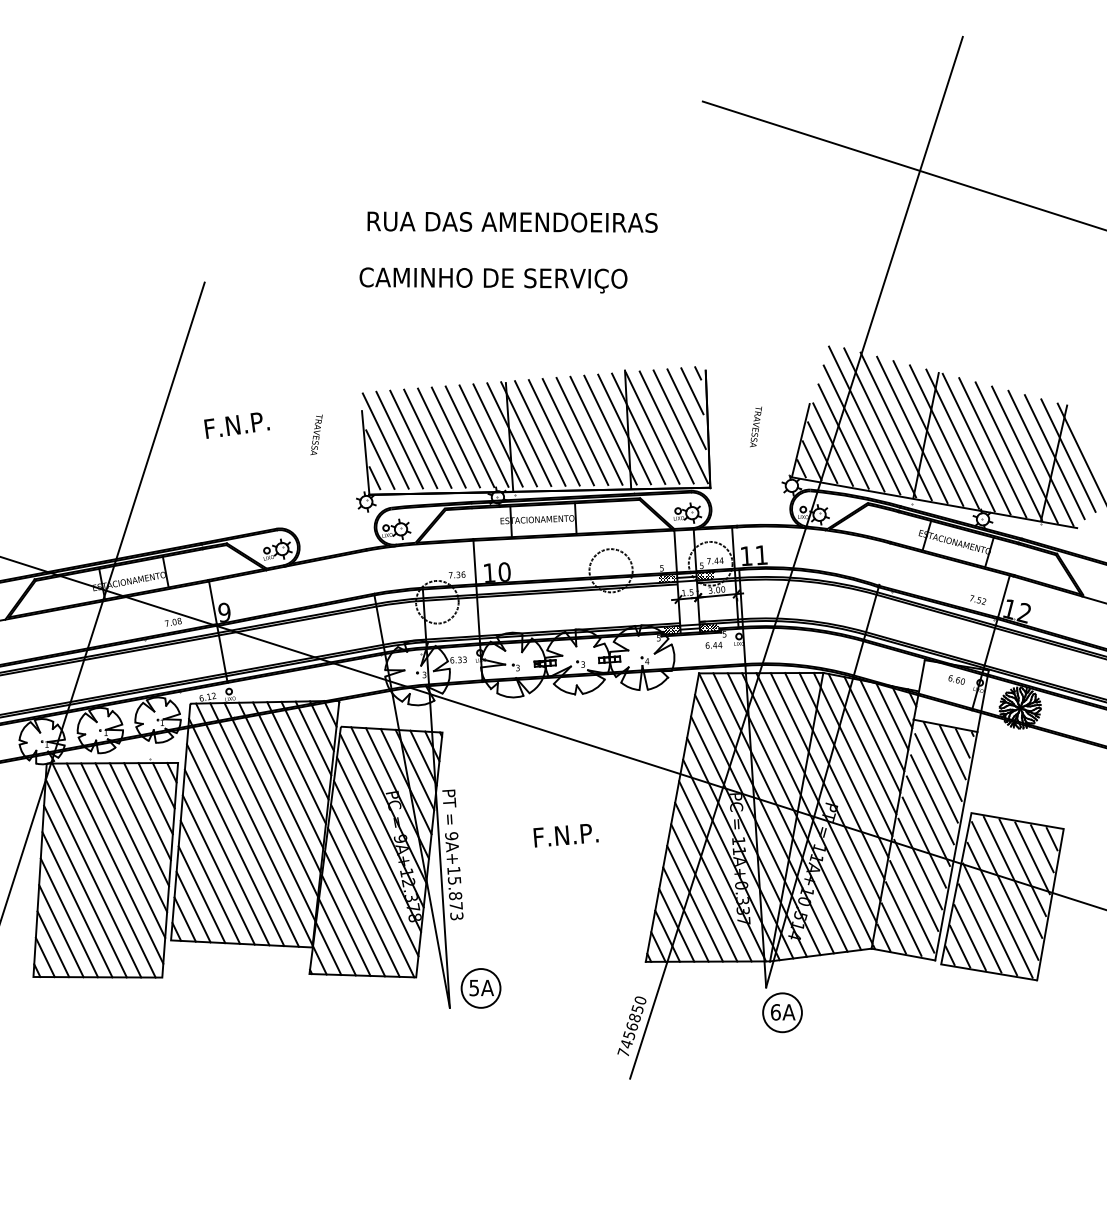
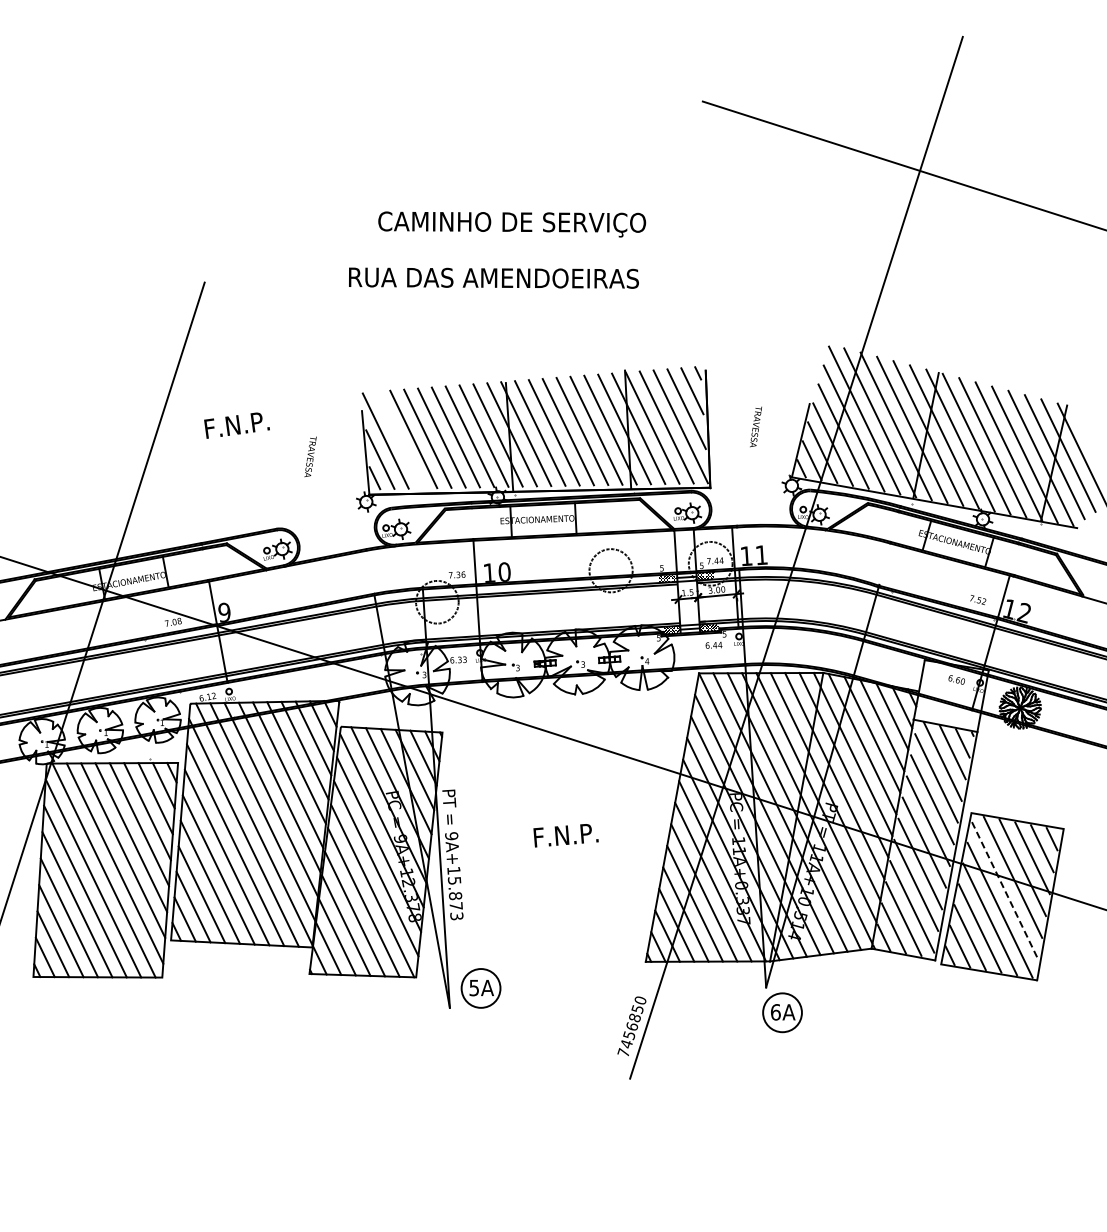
text at (512, 224): RUA DAS AMENDOEIRAS -> CAMINHO DE SERVIÇO
text at (493, 280): CAMINHO DE SERVIÇO -> RUA DAS AMENDOEIRAS
text at (316, 434) position: (316, 434) -> (310, 456)
line at (399, 439): present -> none
line at (1005, 891): solid -> dashed
